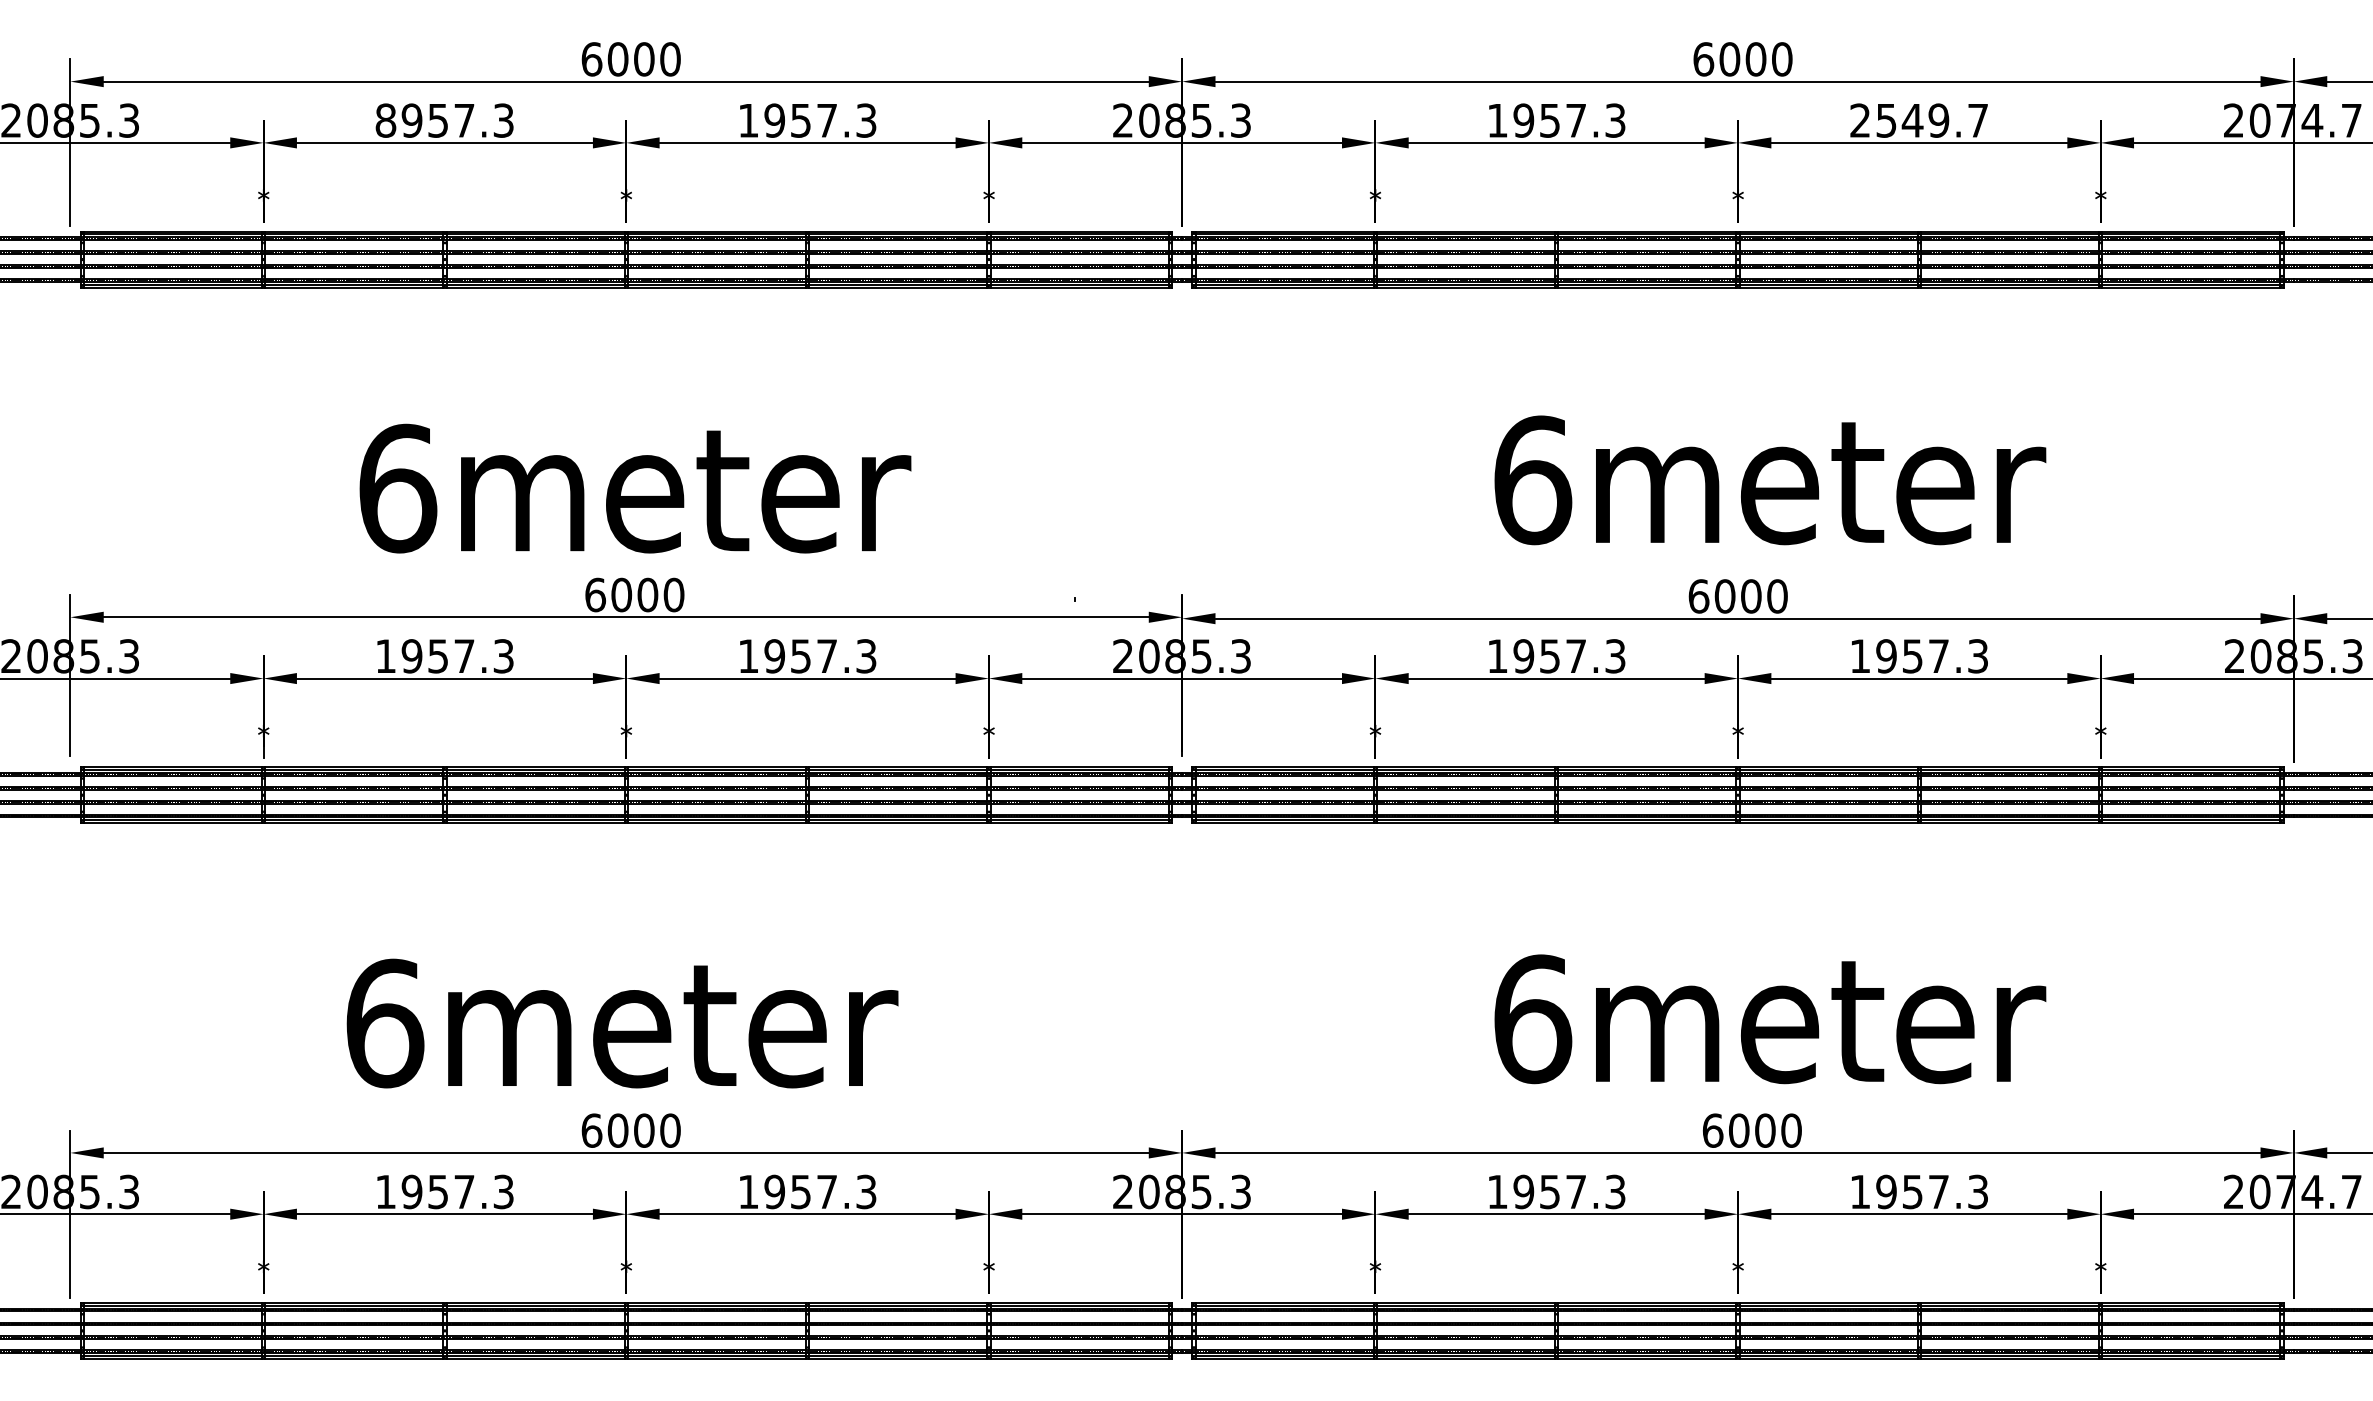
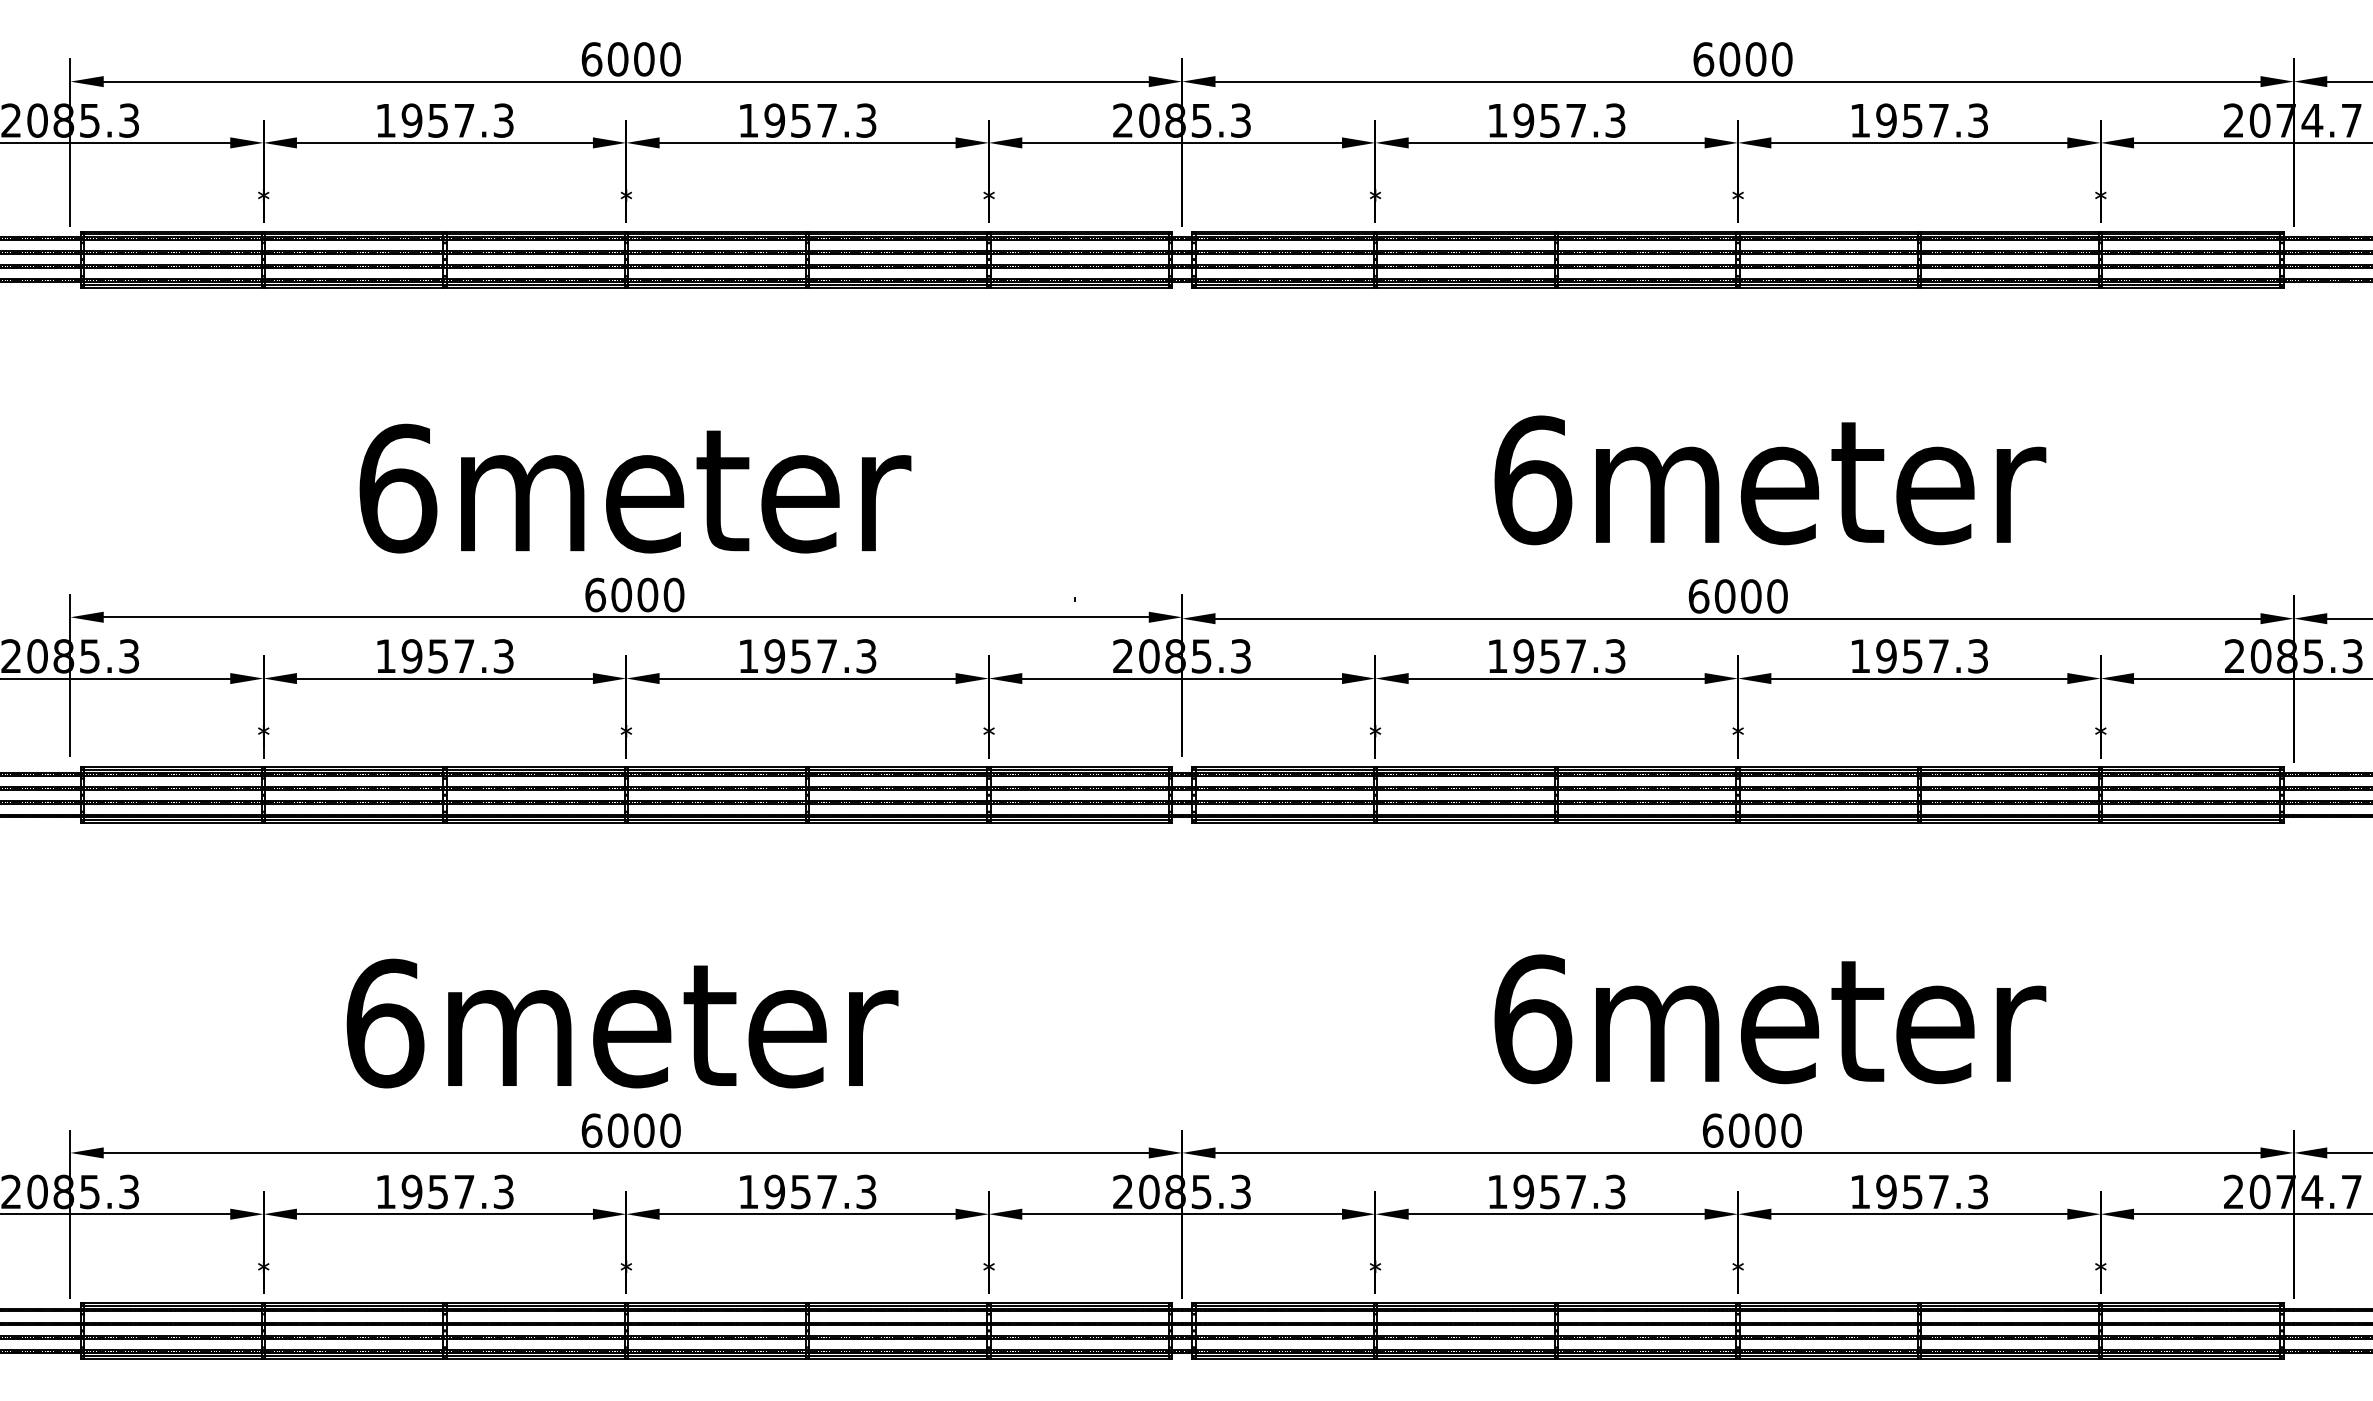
text at (385, 120): 8957.3 -> 1957.3
text at (1918, 120): 2549.7 -> 1957.3
